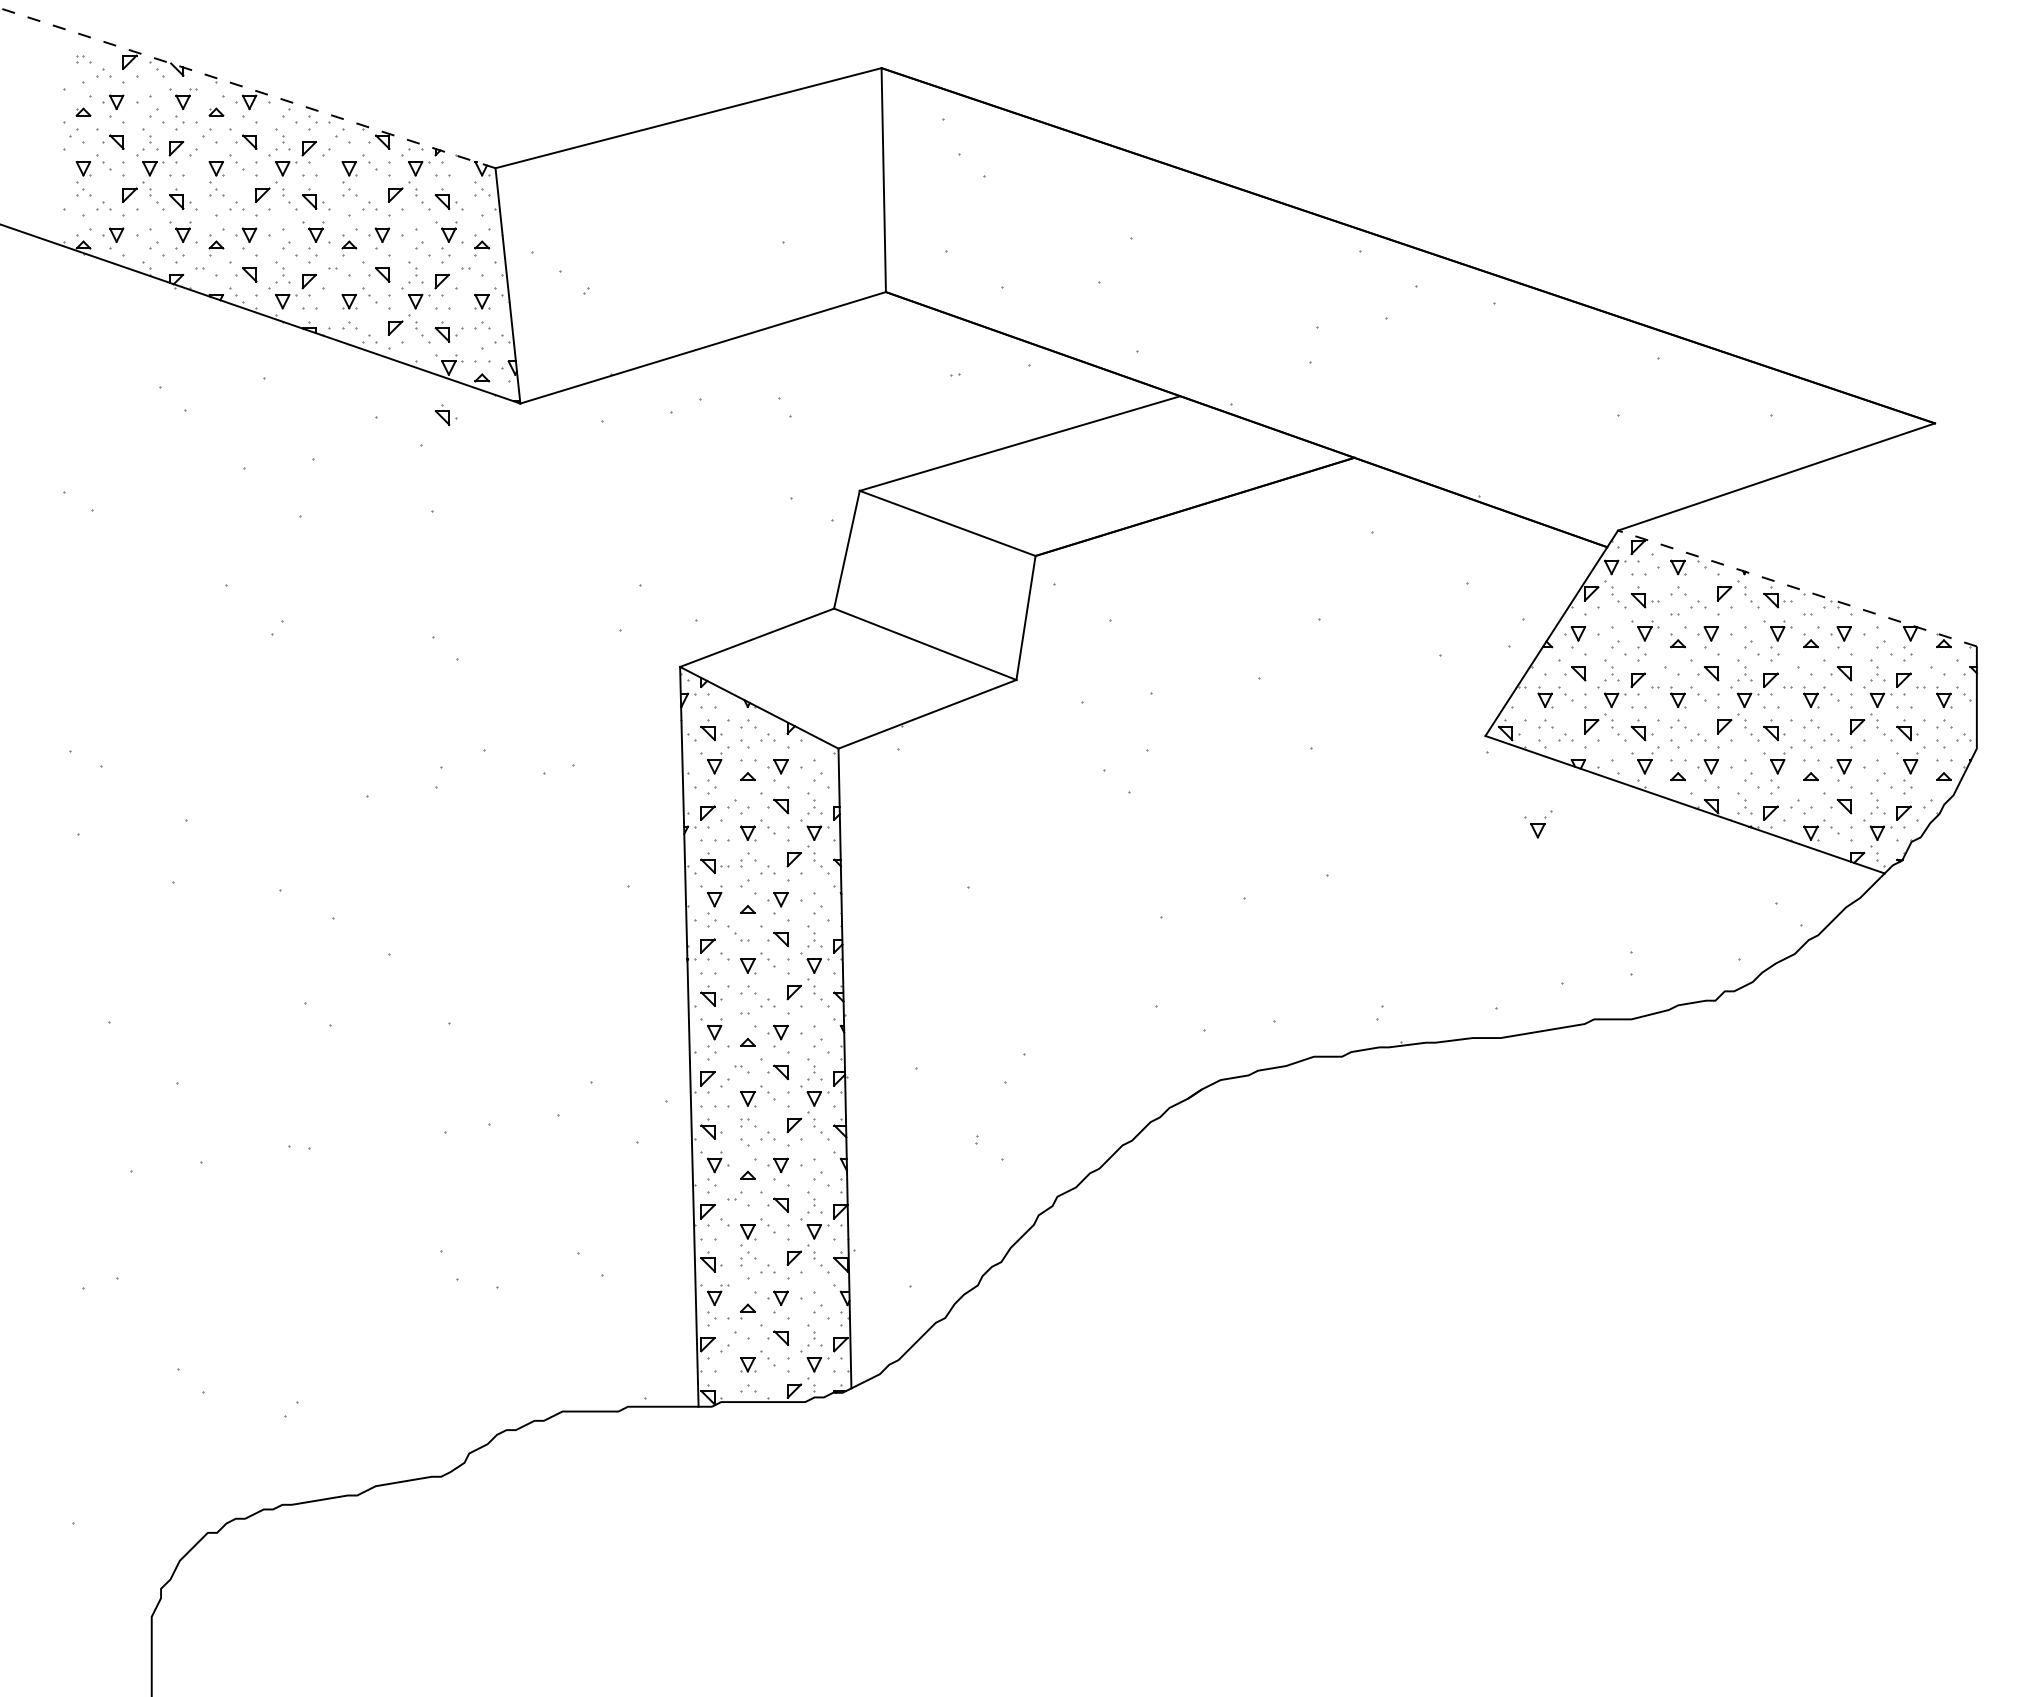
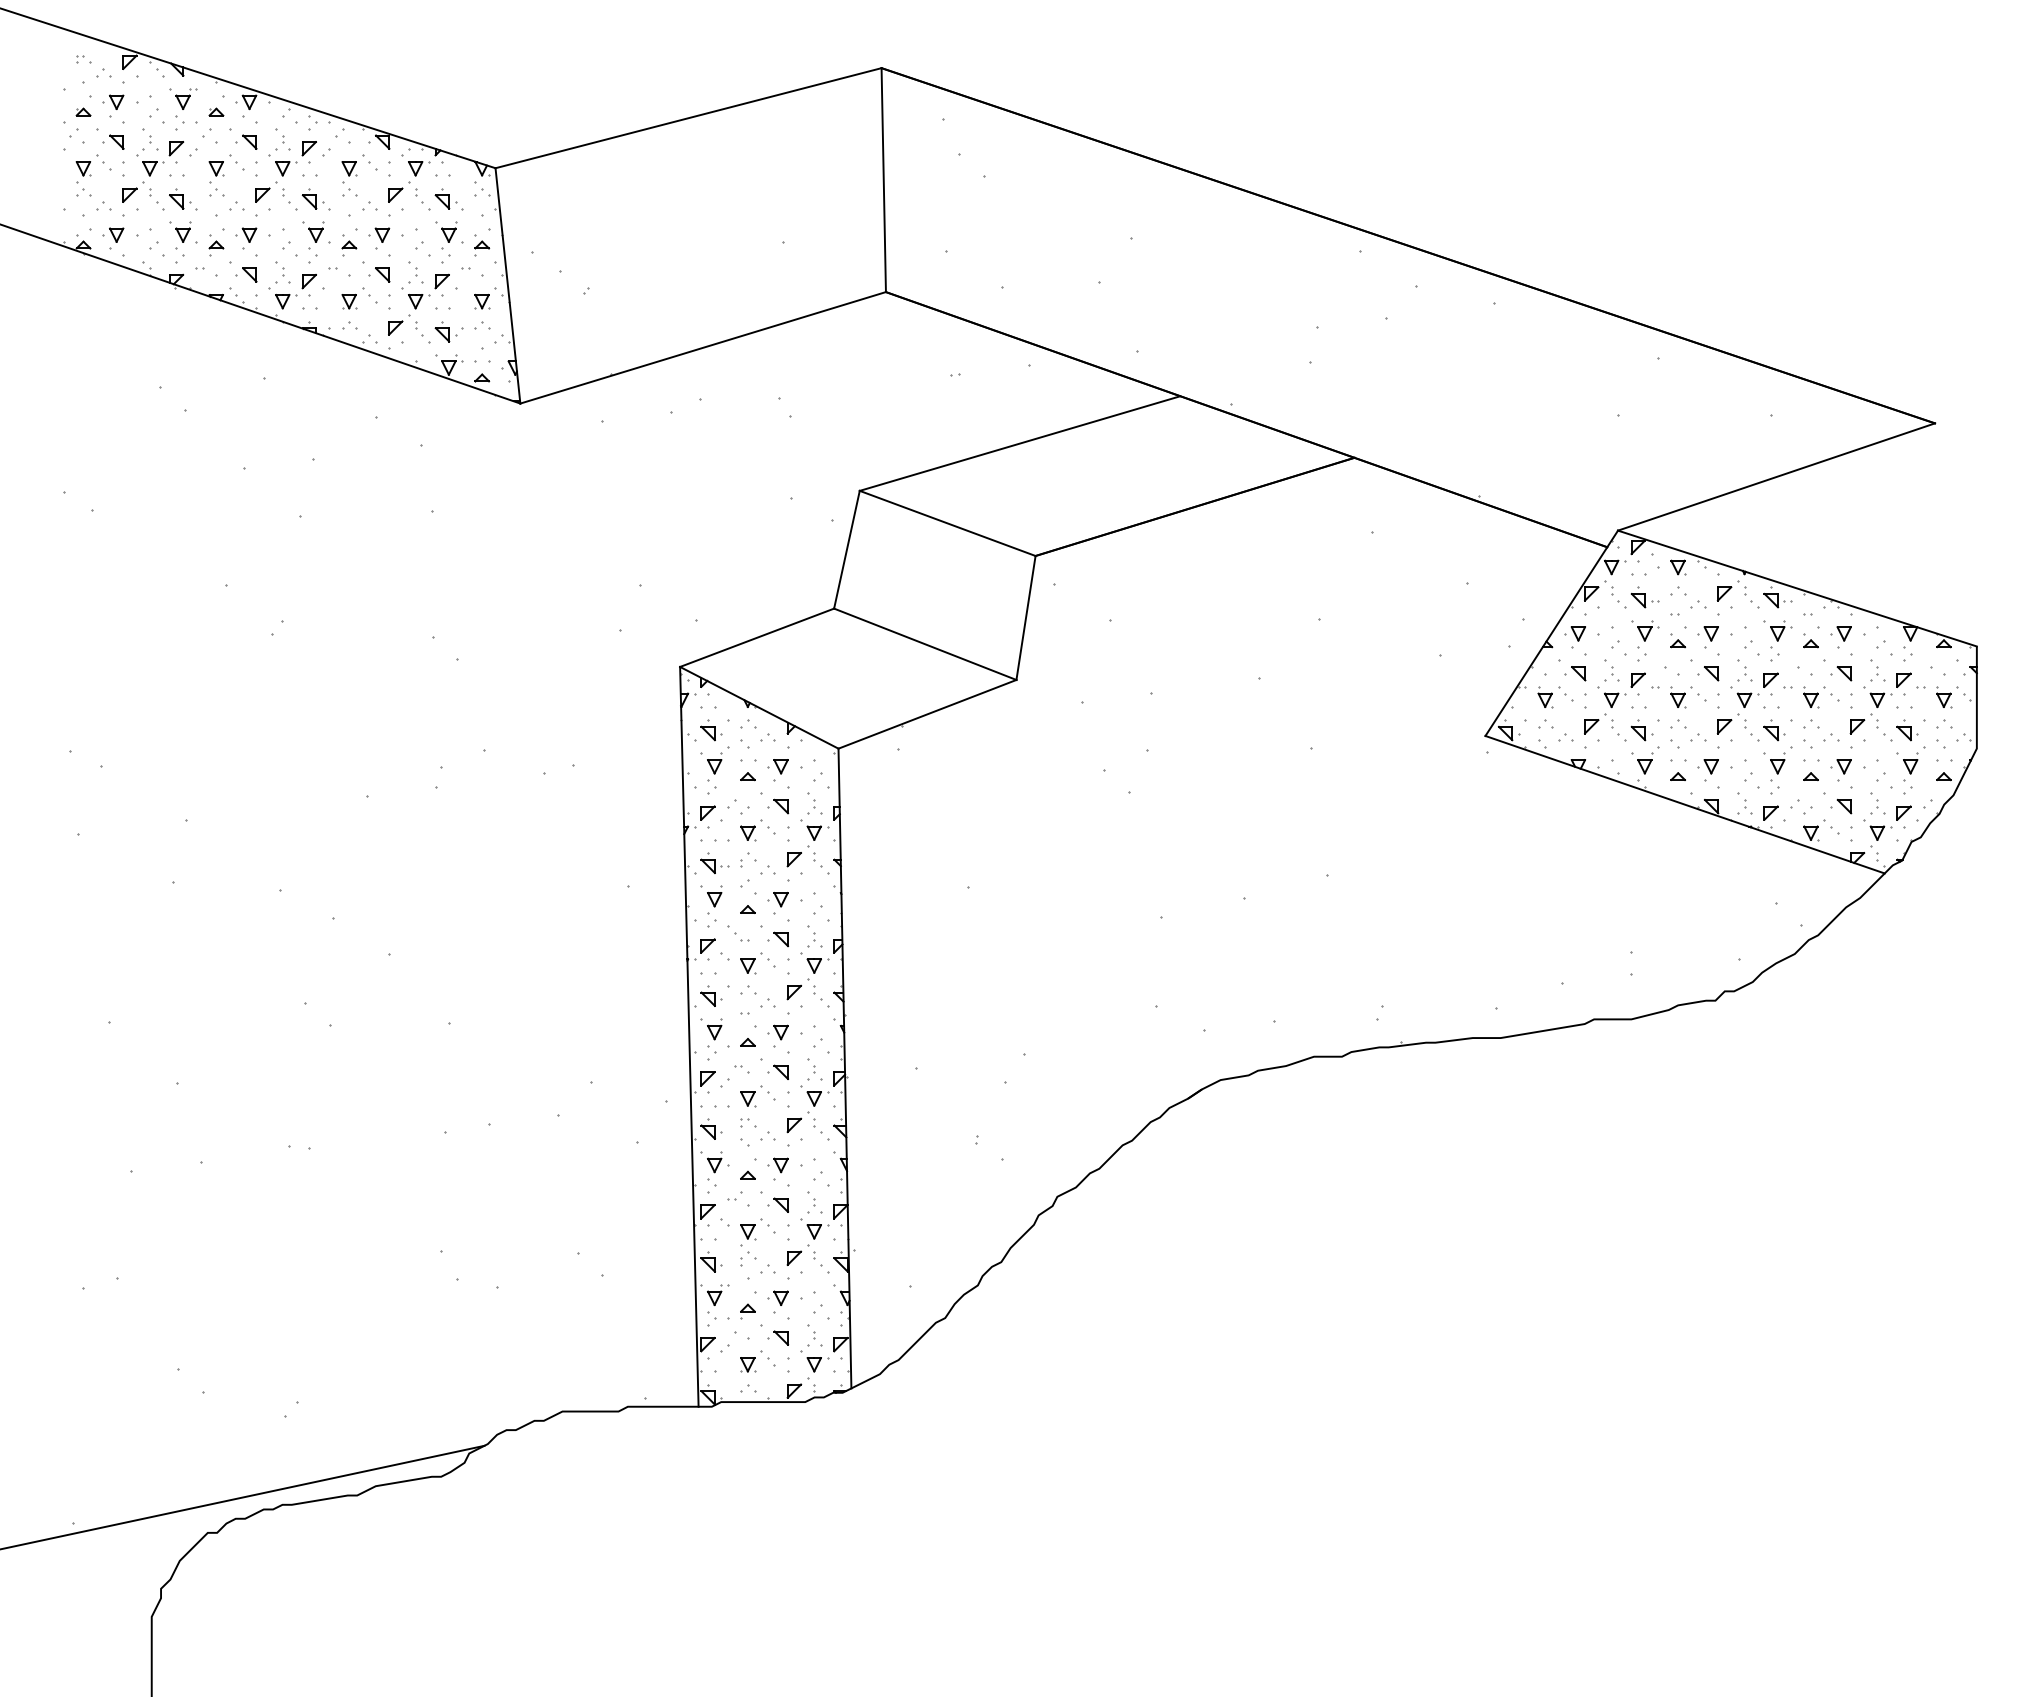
line at (248, 88): dashed -> solid
part at (445, 414): present -> none
line at (1797, 588): dashed -> solid
part at (1538, 824): present -> none
line at (243, 1496): none -> present
